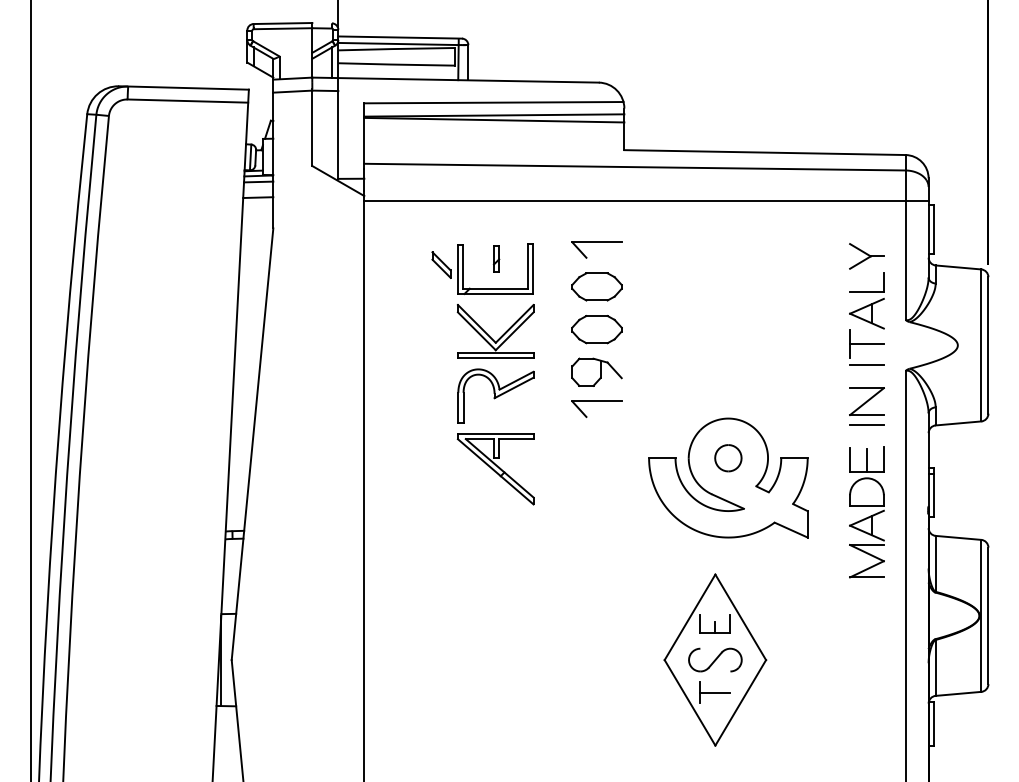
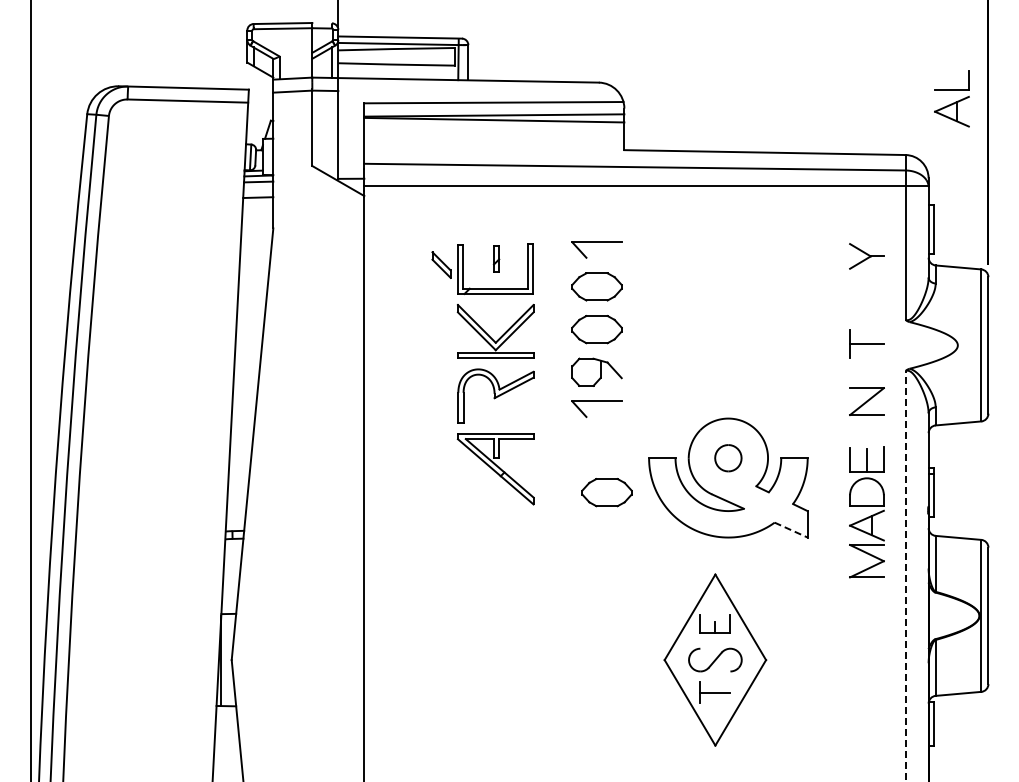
line at (646, 200) position: (646, 200) -> (646, 185)
part at (866, 300) position: (866, 300) -> (951, 98)
line at (866, 364): present -> none
line at (866, 425): present -> none
part at (606, 492): none -> present
line at (791, 530): solid -> dashed
line at (905, 575): solid -> dashed
